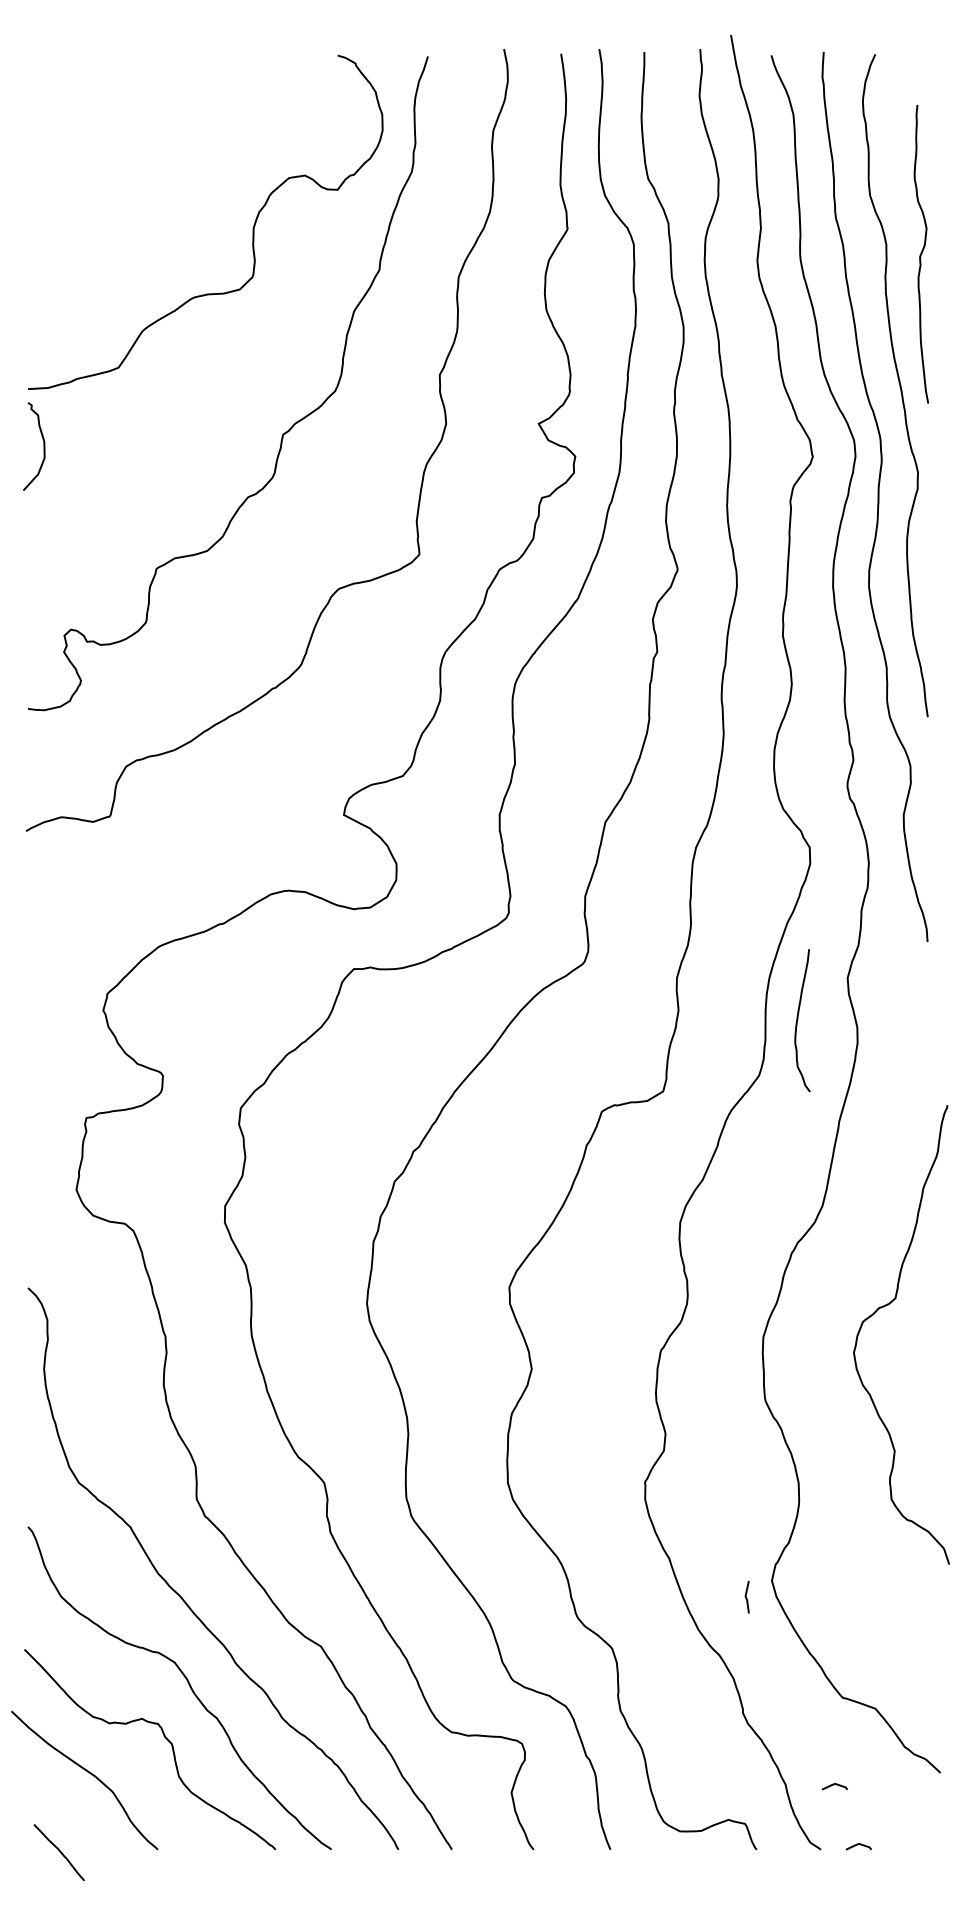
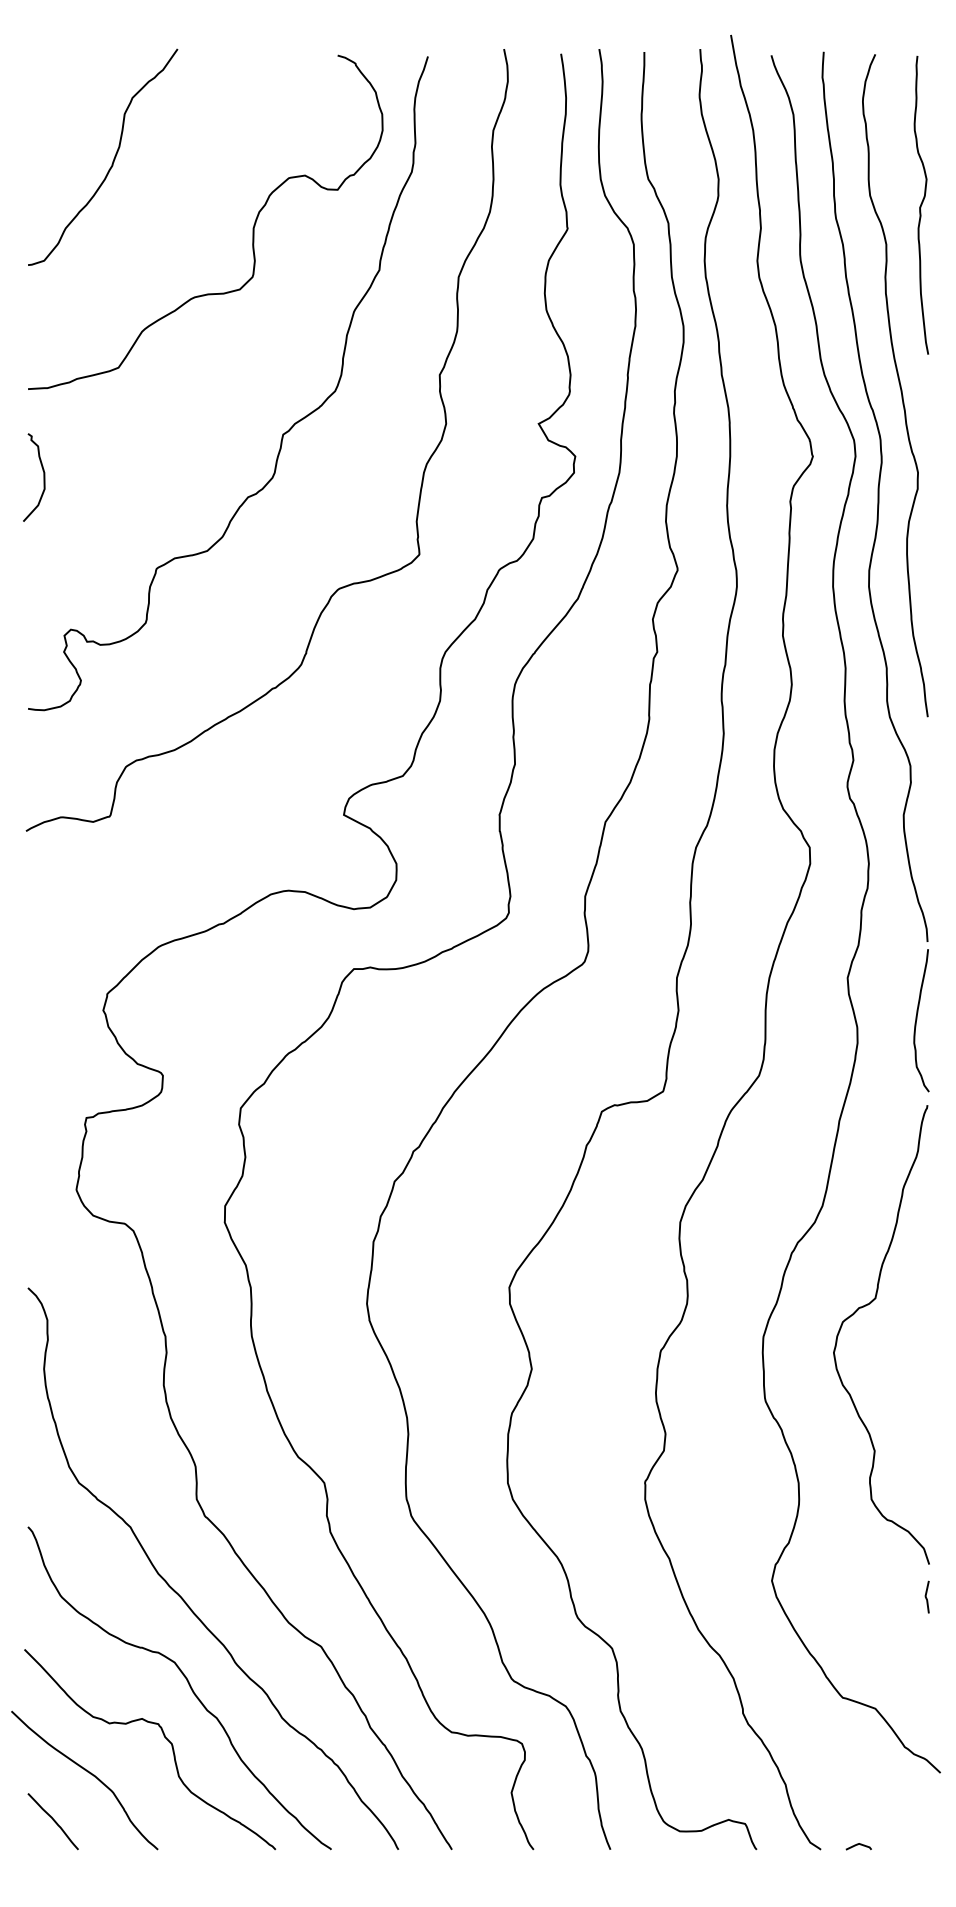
curve at (113, 158): none -> present
curve at (921, 254) position: (921, 254) -> (921, 205)
curve at (43, 446) position: (43, 446) -> (43, 477)
curve at (798, 1019) position: (798, 1019) -> (917, 1019)
curve at (886, 1306) position: (886, 1306) -> (866, 1306)
line at (746, 1596) position: (746, 1596) -> (926, 1596)
line at (834, 1785): present -> none
curve at (59, 1852) position: (59, 1852) -> (53, 1821)
